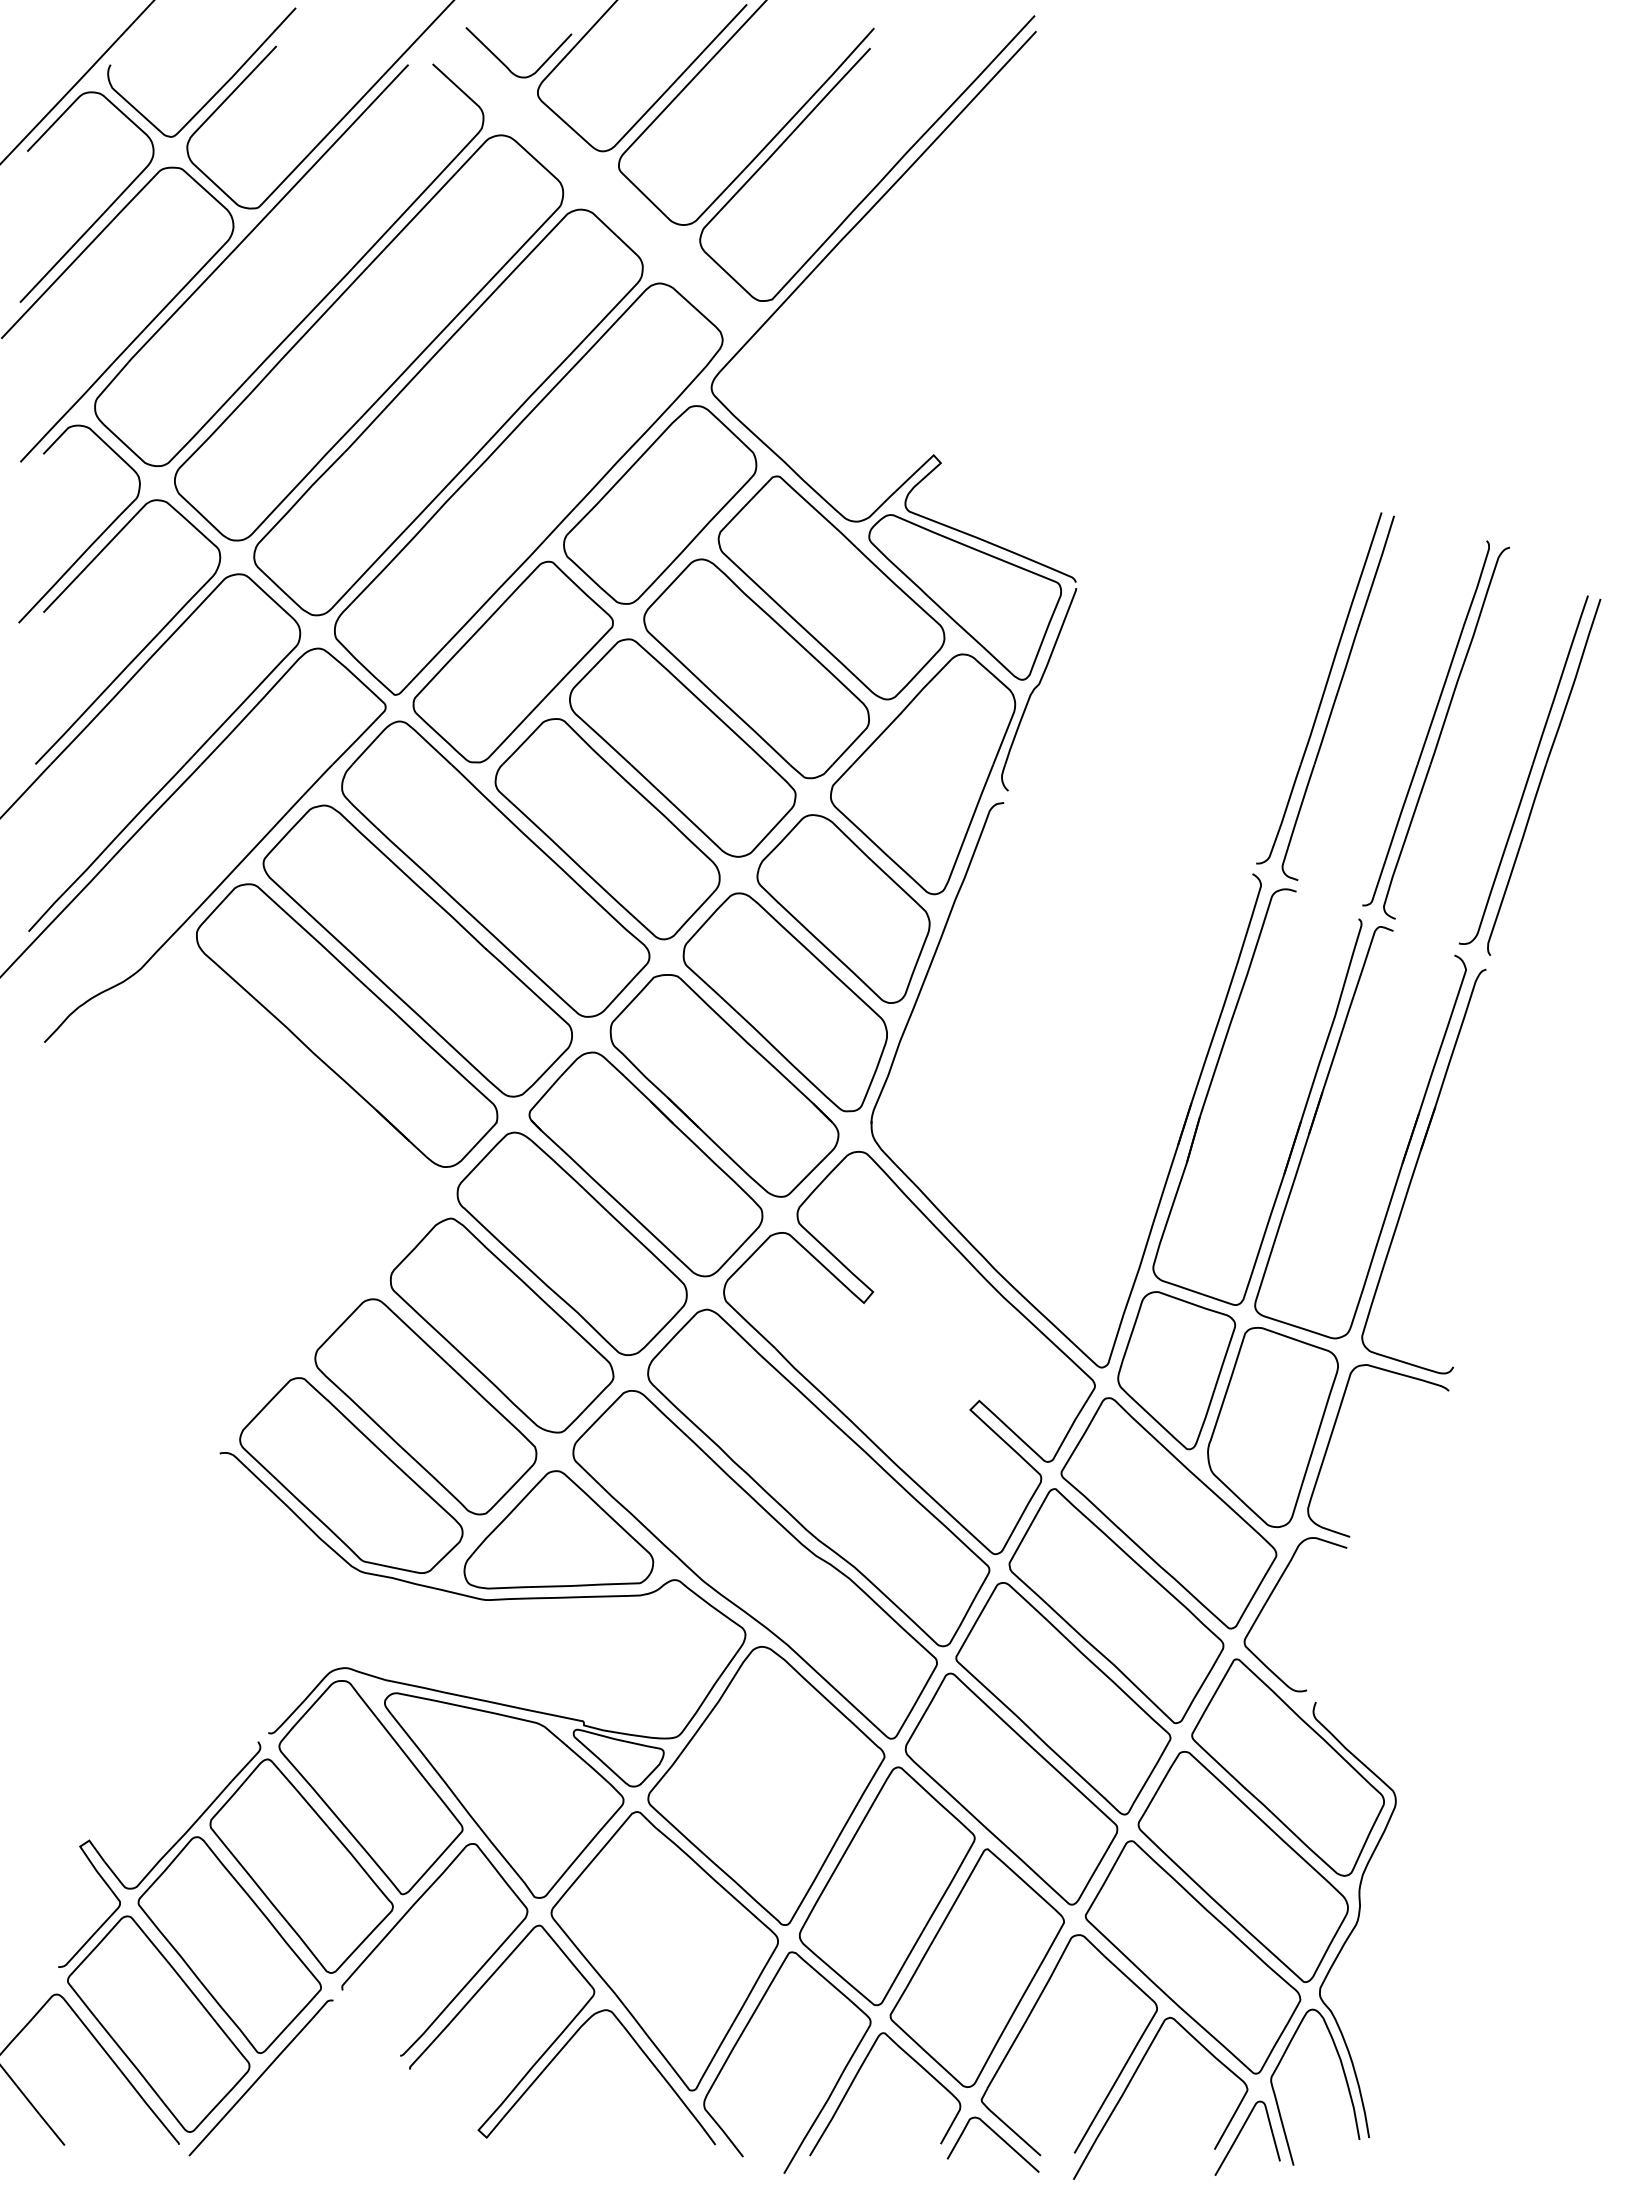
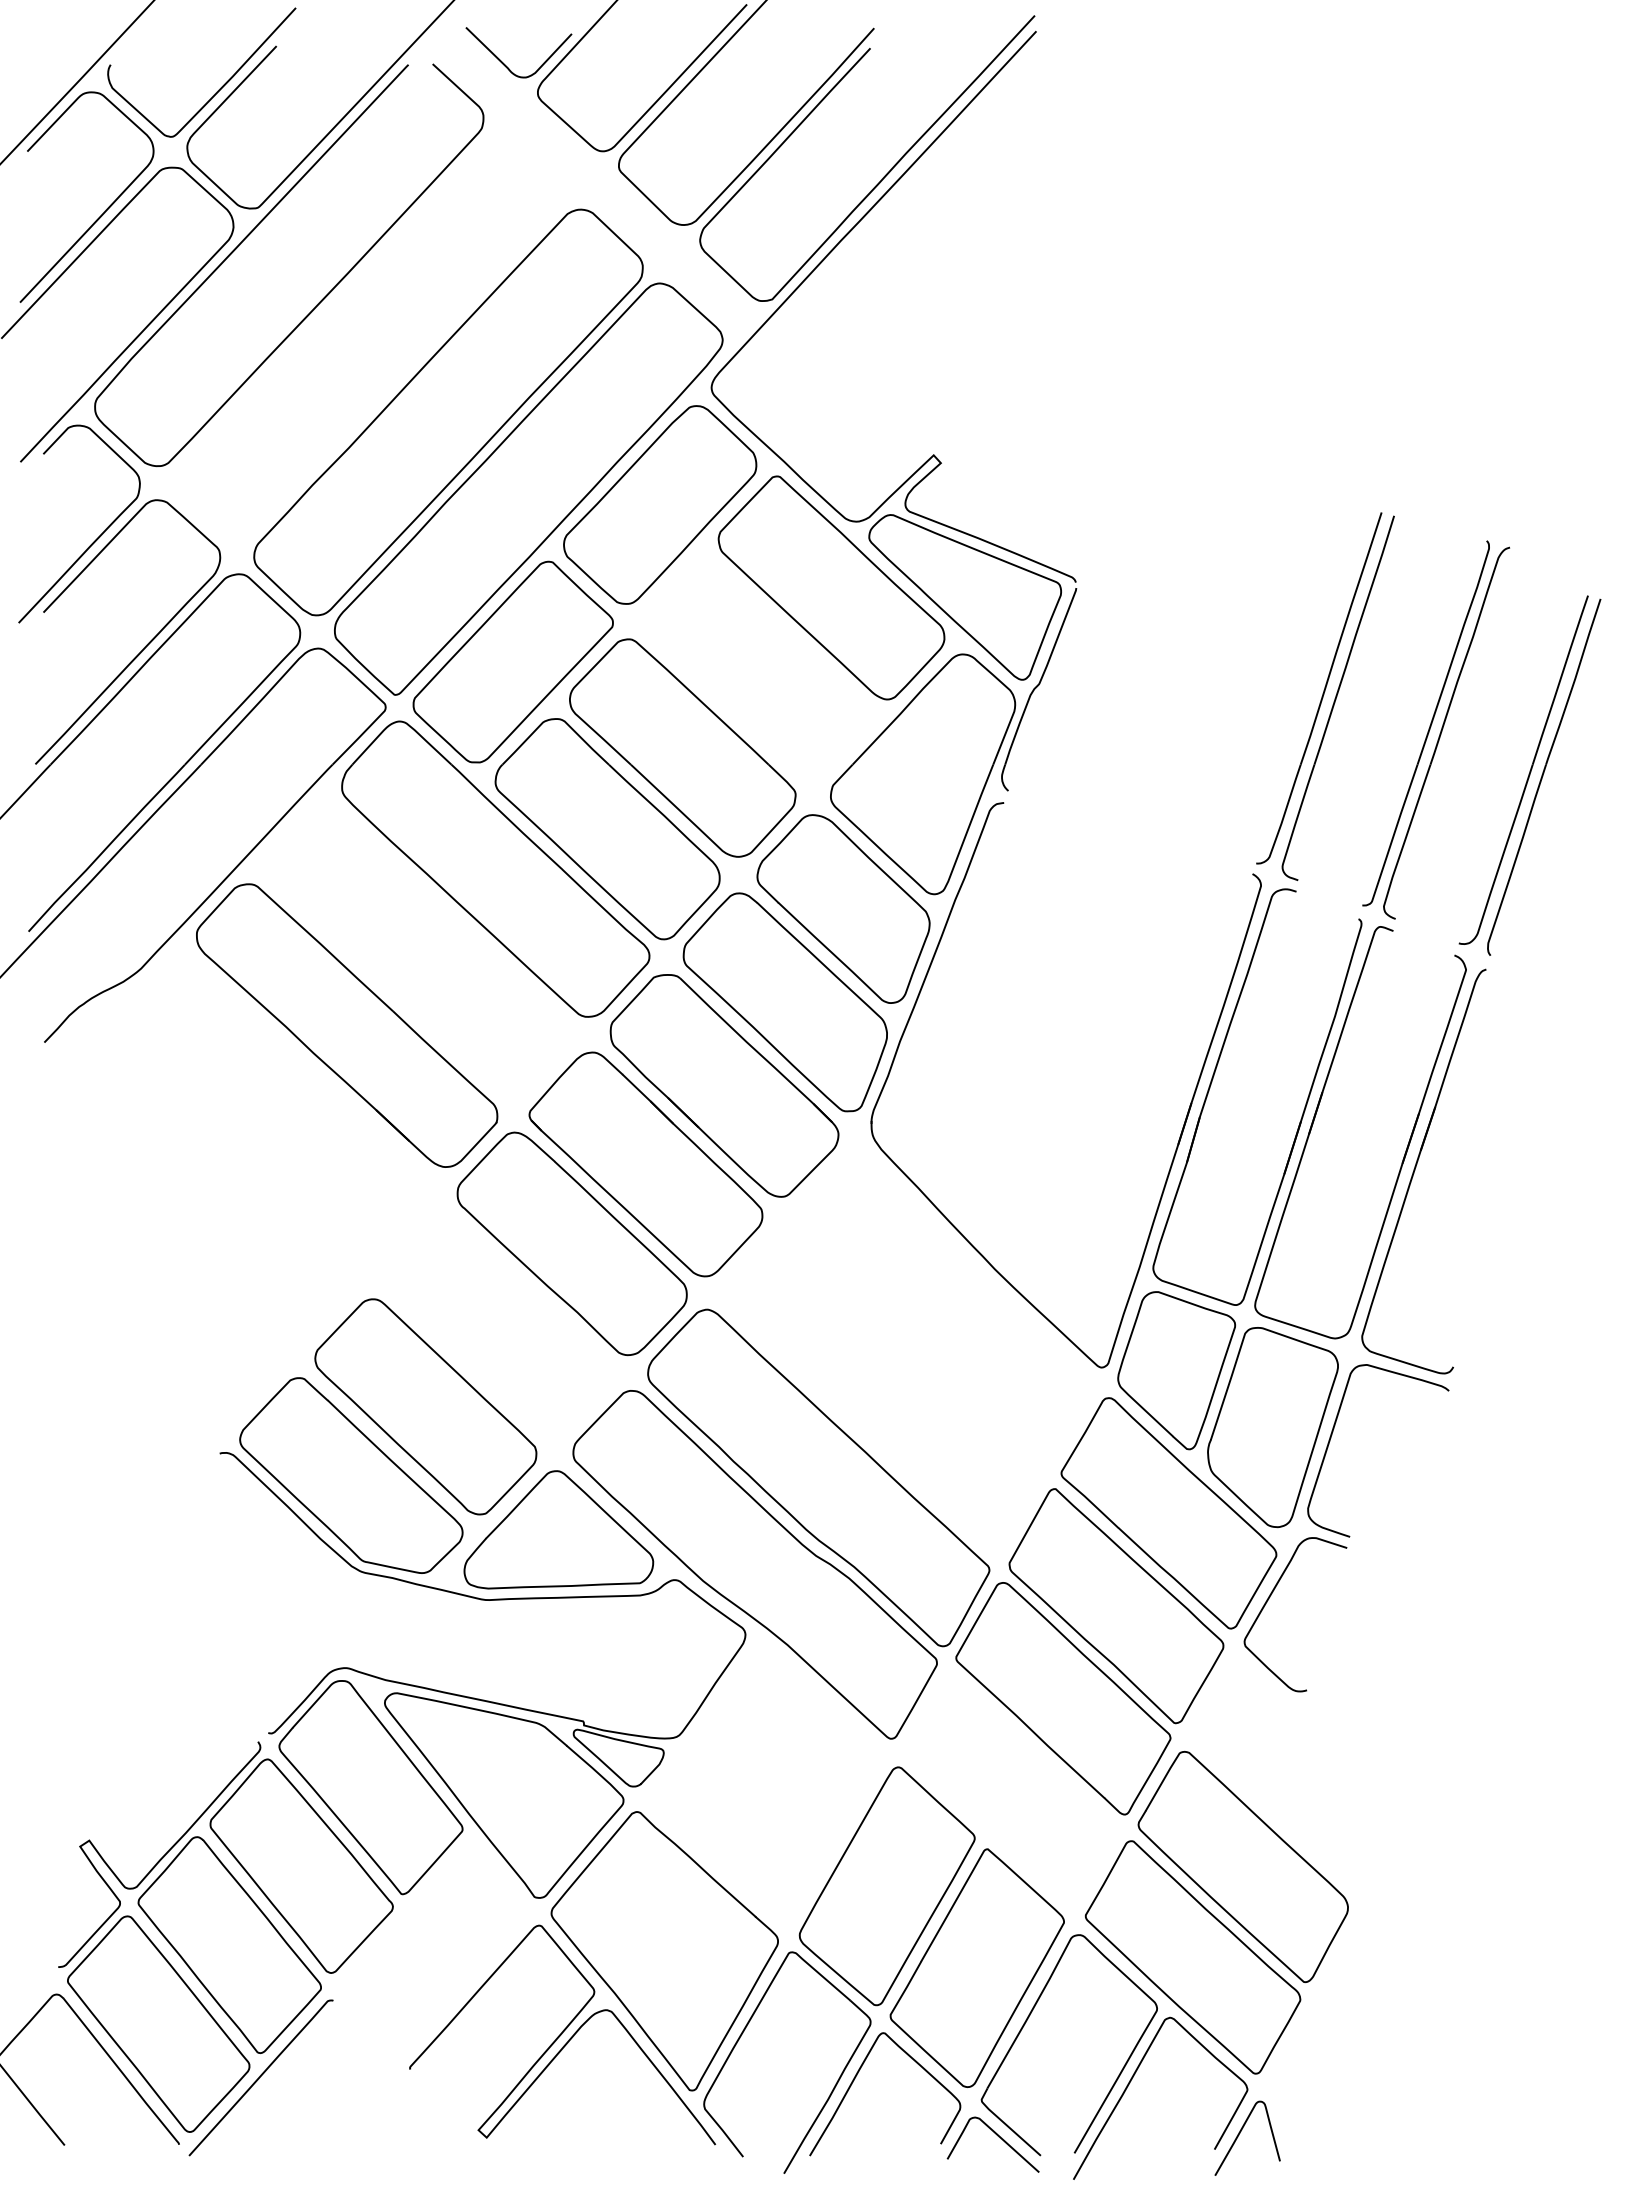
part at (369, 337): present -> none
part at (756, 668): present -> none
curve at (384, 982): present -> none
curve at (530, 1290): present -> none
part at (909, 1352): present -> none
curve at (1041, 1757): present -> none
part at (766, 1785): present -> none
part at (1327, 1866): present -> none
curve at (402, 1919): present -> none
